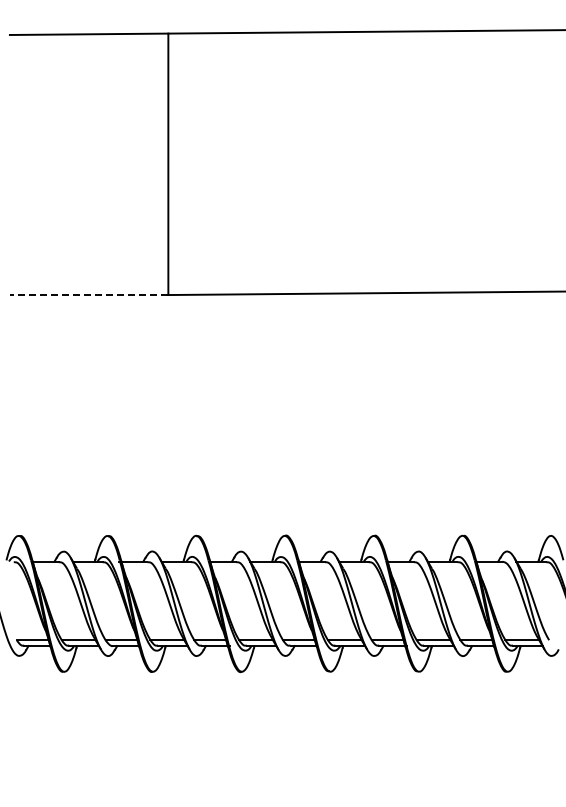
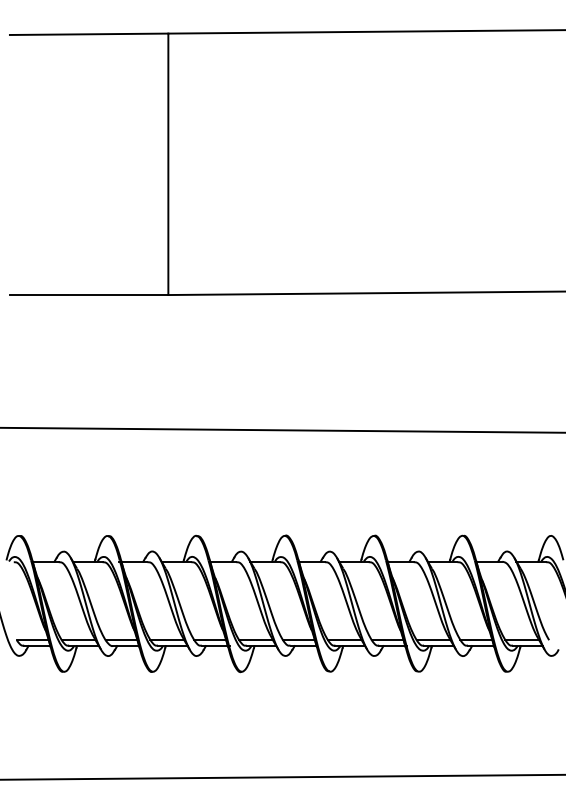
line at (88, 295): dashed -> solid
line at (282, 429): none -> present
line at (282, 776): none -> present
